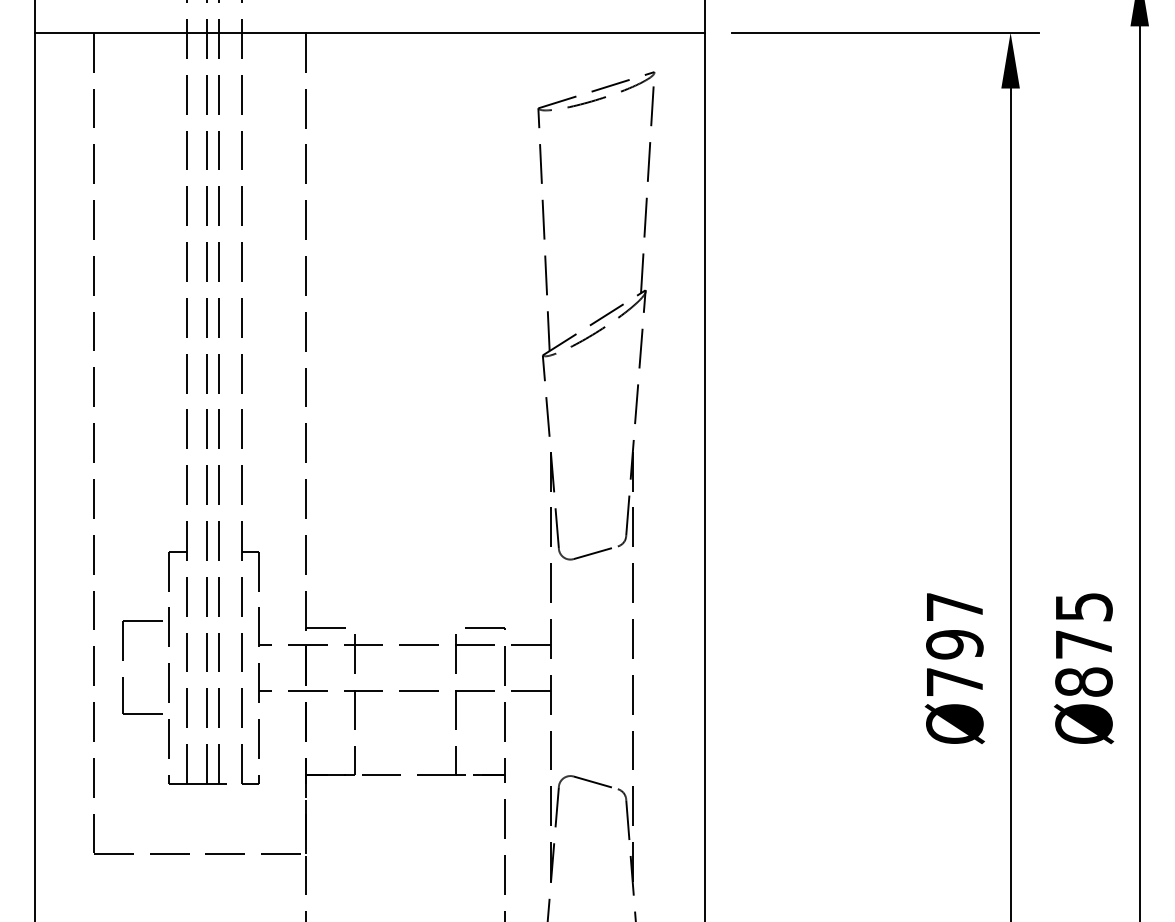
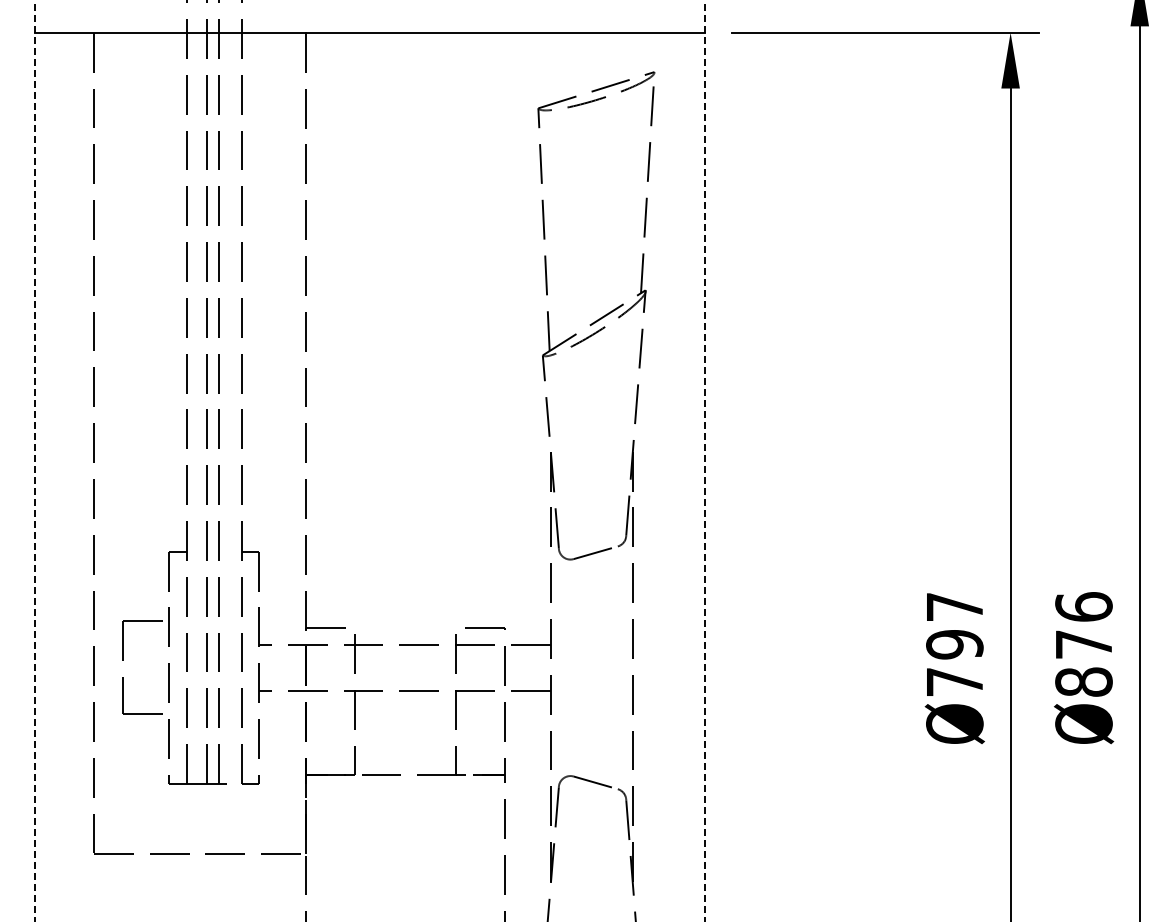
line at (35, 461): solid -> dashed
line at (704, 461): solid -> dashed
text at (1083, 606): Ø875 -> Ø876
